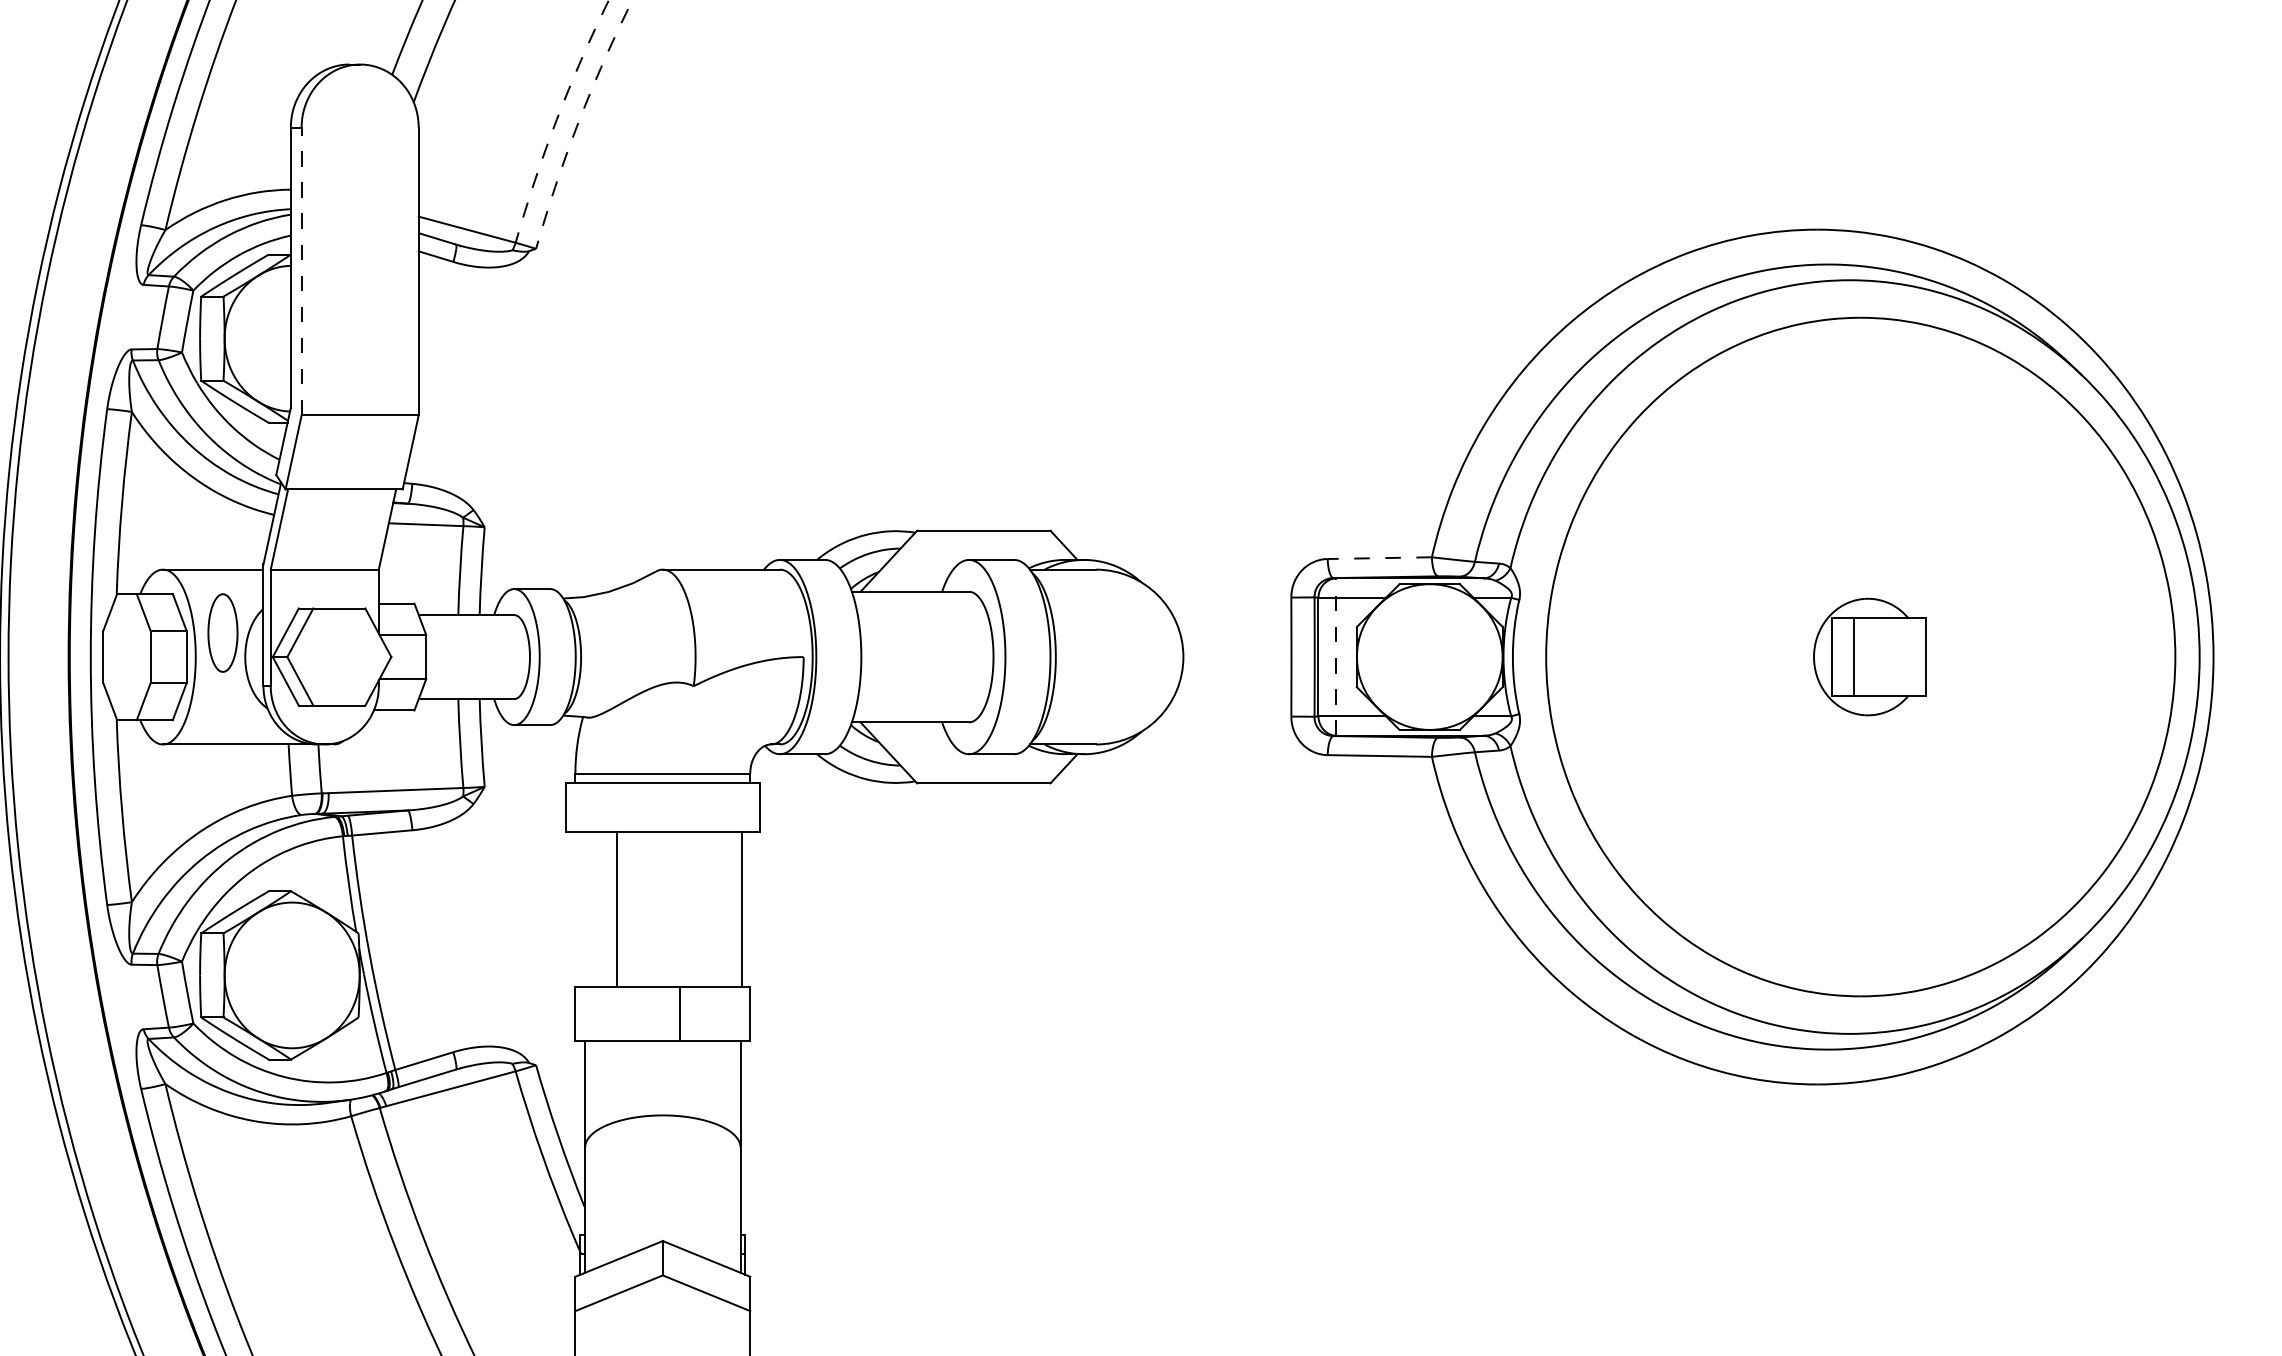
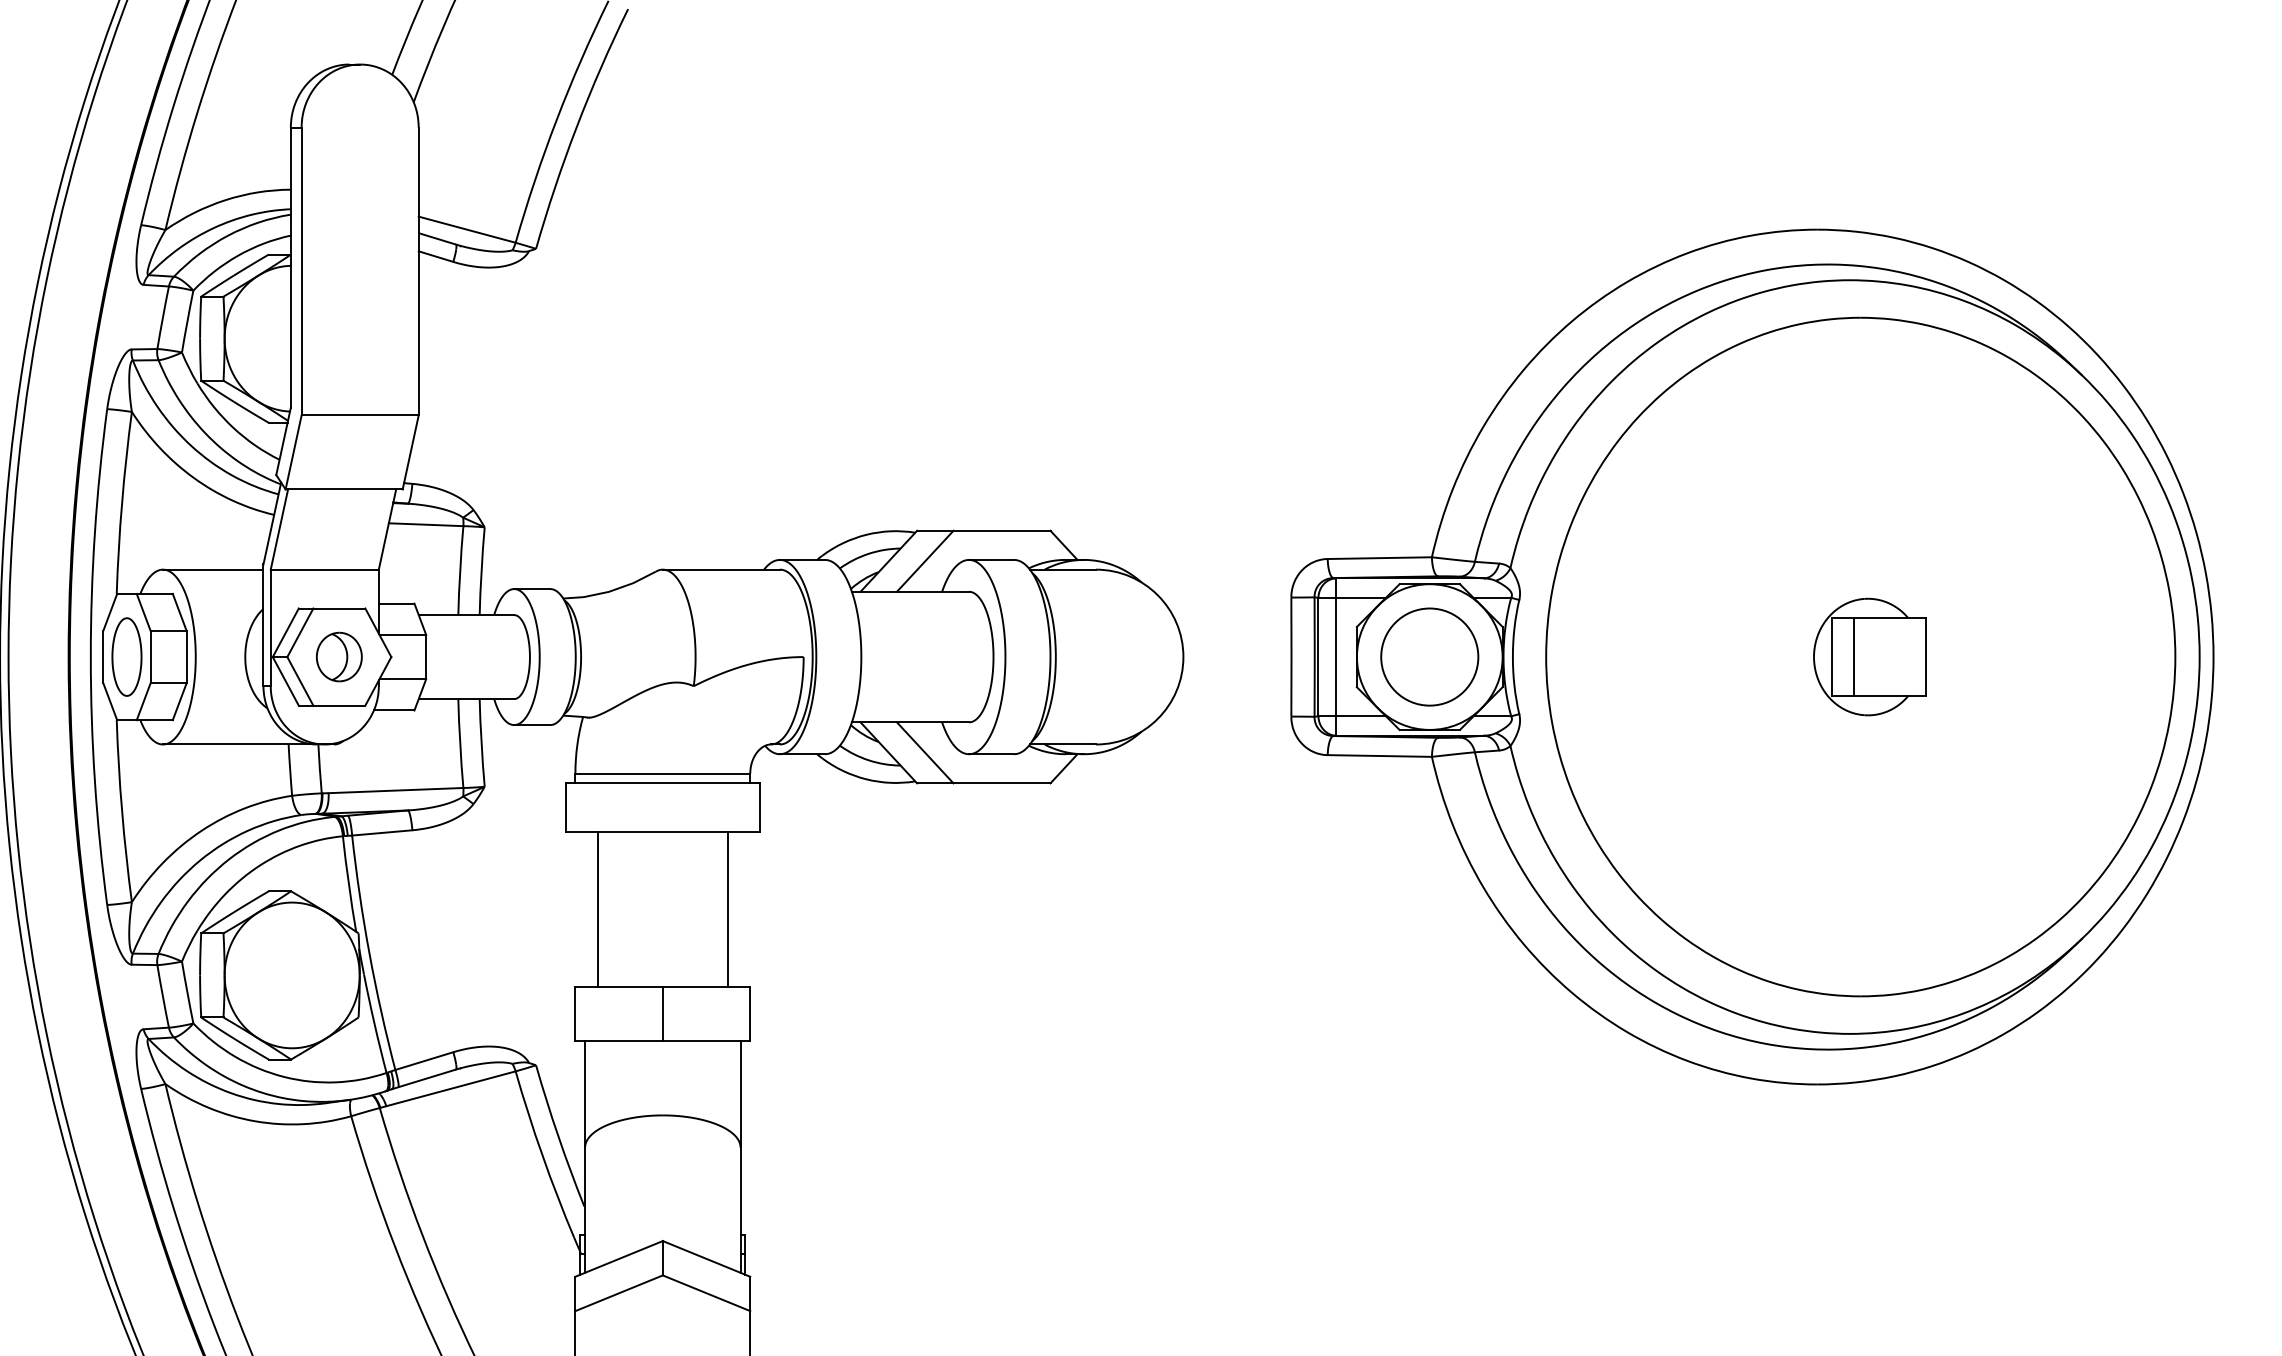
arc at (556, 119): dashed -> solid
arc at (576, 126): dashed -> solid
line at (301, 271): dashed -> solid
line at (1379, 558): dashed -> solid
line at (924, 560): none -> present
part at (222, 632) position: (222, 632) -> (126, 656)
part at (339, 656): none -> present
circle at (1429, 656): none -> present
line at (1336, 657): dashed -> solid
line at (924, 752): none -> present
line at (616, 909) position: (616, 909) -> (597, 909)
line at (742, 909) position: (742, 909) -> (728, 909)
line at (679, 1013) position: (679, 1013) -> (662, 1013)
